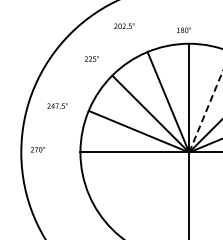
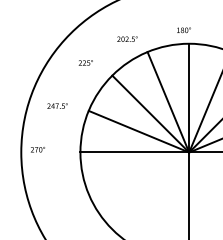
text at (124, 25) position: (124, 25) -> (127, 38)
text at (91, 58) position: (91, 58) -> (85, 62)
line at (205, 111): dashed -> solid
